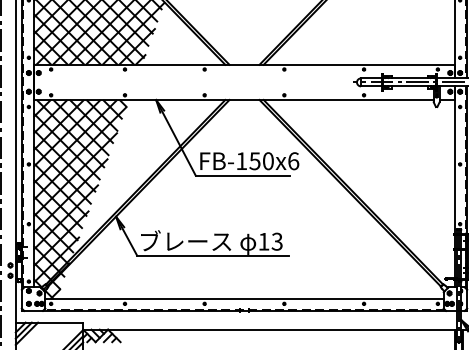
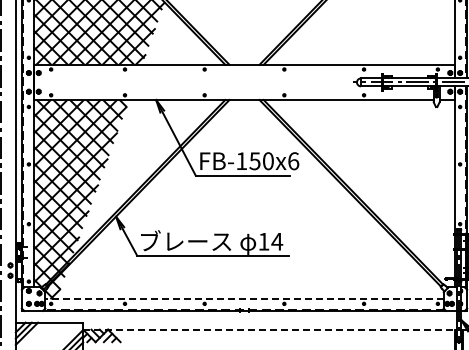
text at (277, 241): 13 -> 14
line at (244, 299): solid -> dashed
line at (269, 329): solid -> dashed
